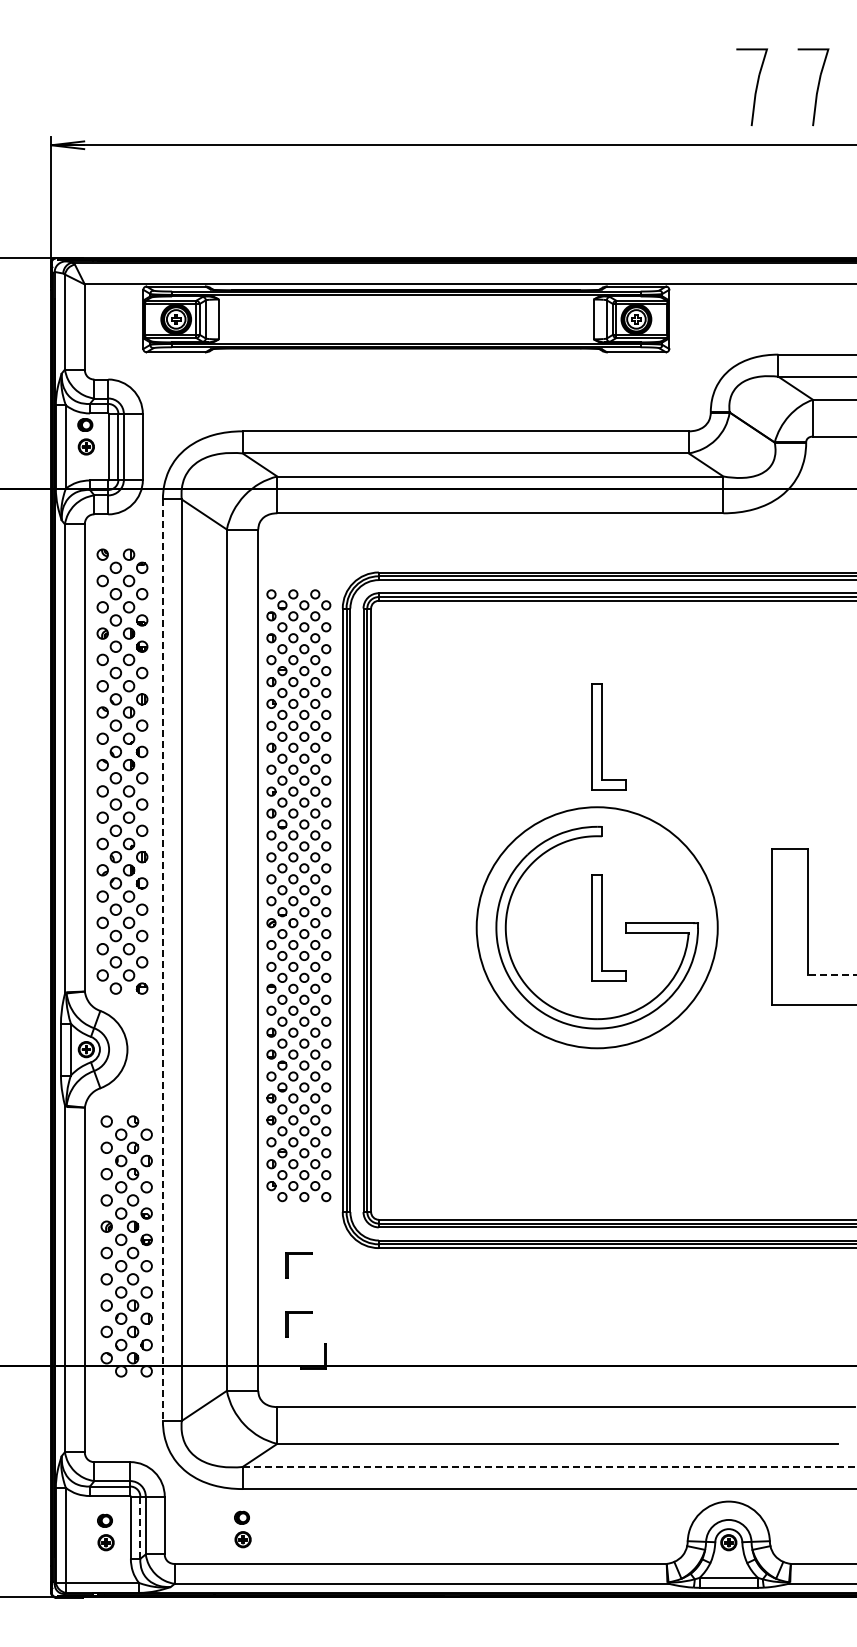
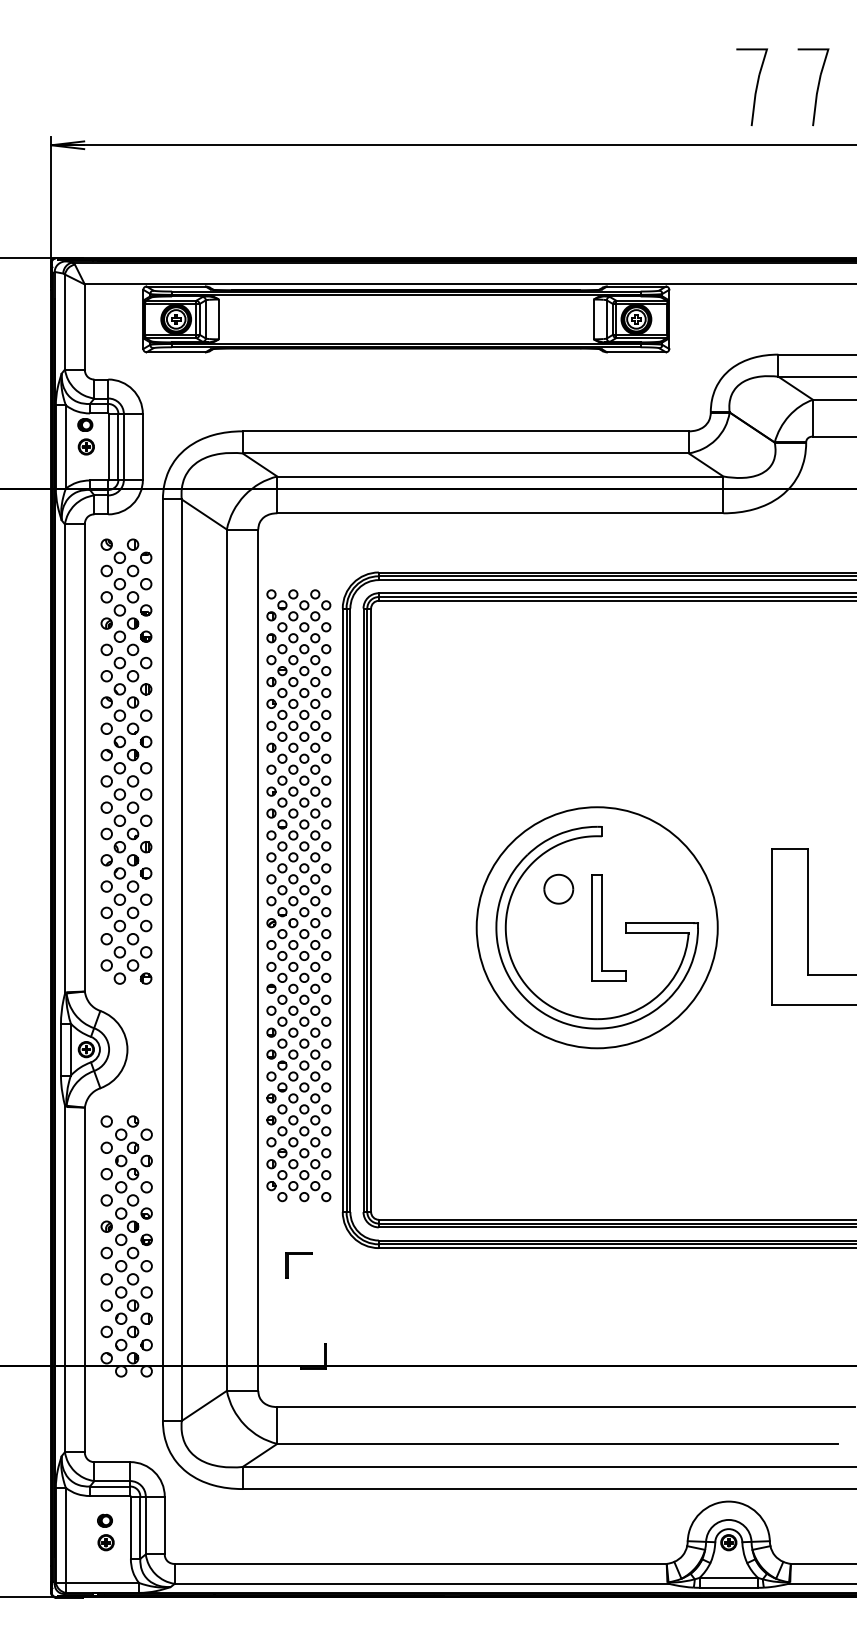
part at (608, 736): present -> none
part at (122, 771) position: (122, 771) -> (126, 761)
part at (558, 888): none -> present
line at (162, 960): dashed -> solid
line at (831, 974): dashed -> solid
part at (288, 1324): present -> none
line at (549, 1466): dashed -> solid
line at (140, 1527): dashed -> solid
part at (242, 1529): present -> none
